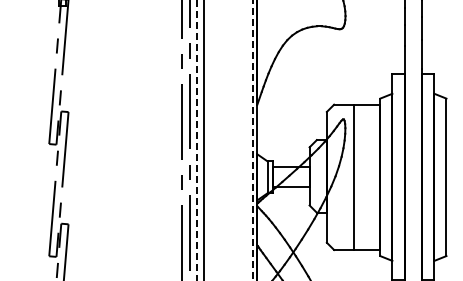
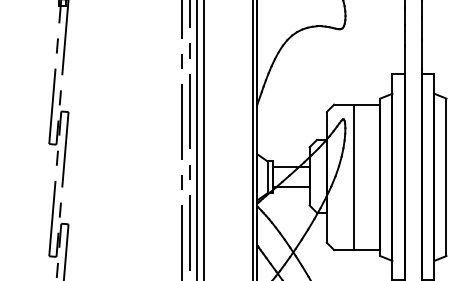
line at (252, 139): dashed -> solid
line at (196, 140): dashed -> solid
